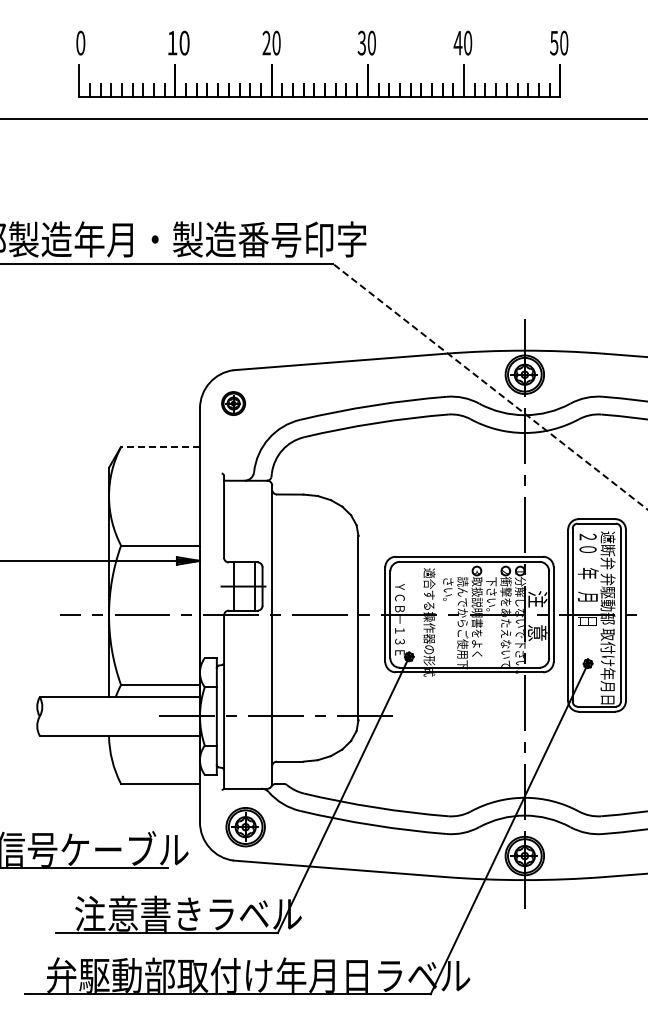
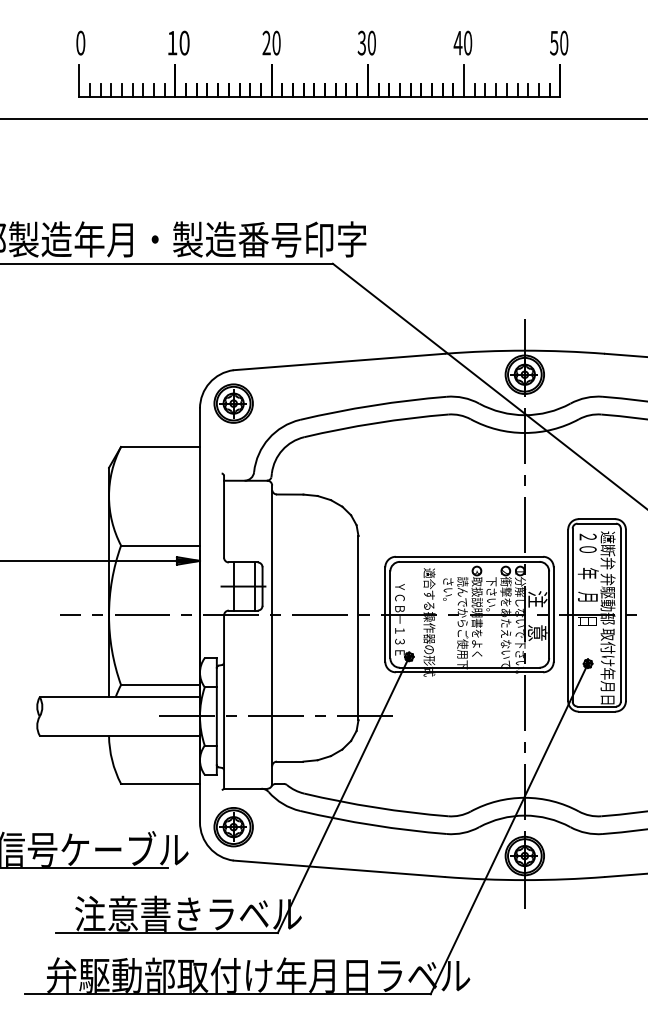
line at (490, 386): dashed -> solid
part at (233, 403) size: 25x25 px -> 41x41 px
line at (160, 446): dashed -> solid
part at (245, 827) position: (245, 827) -> (233, 827)
